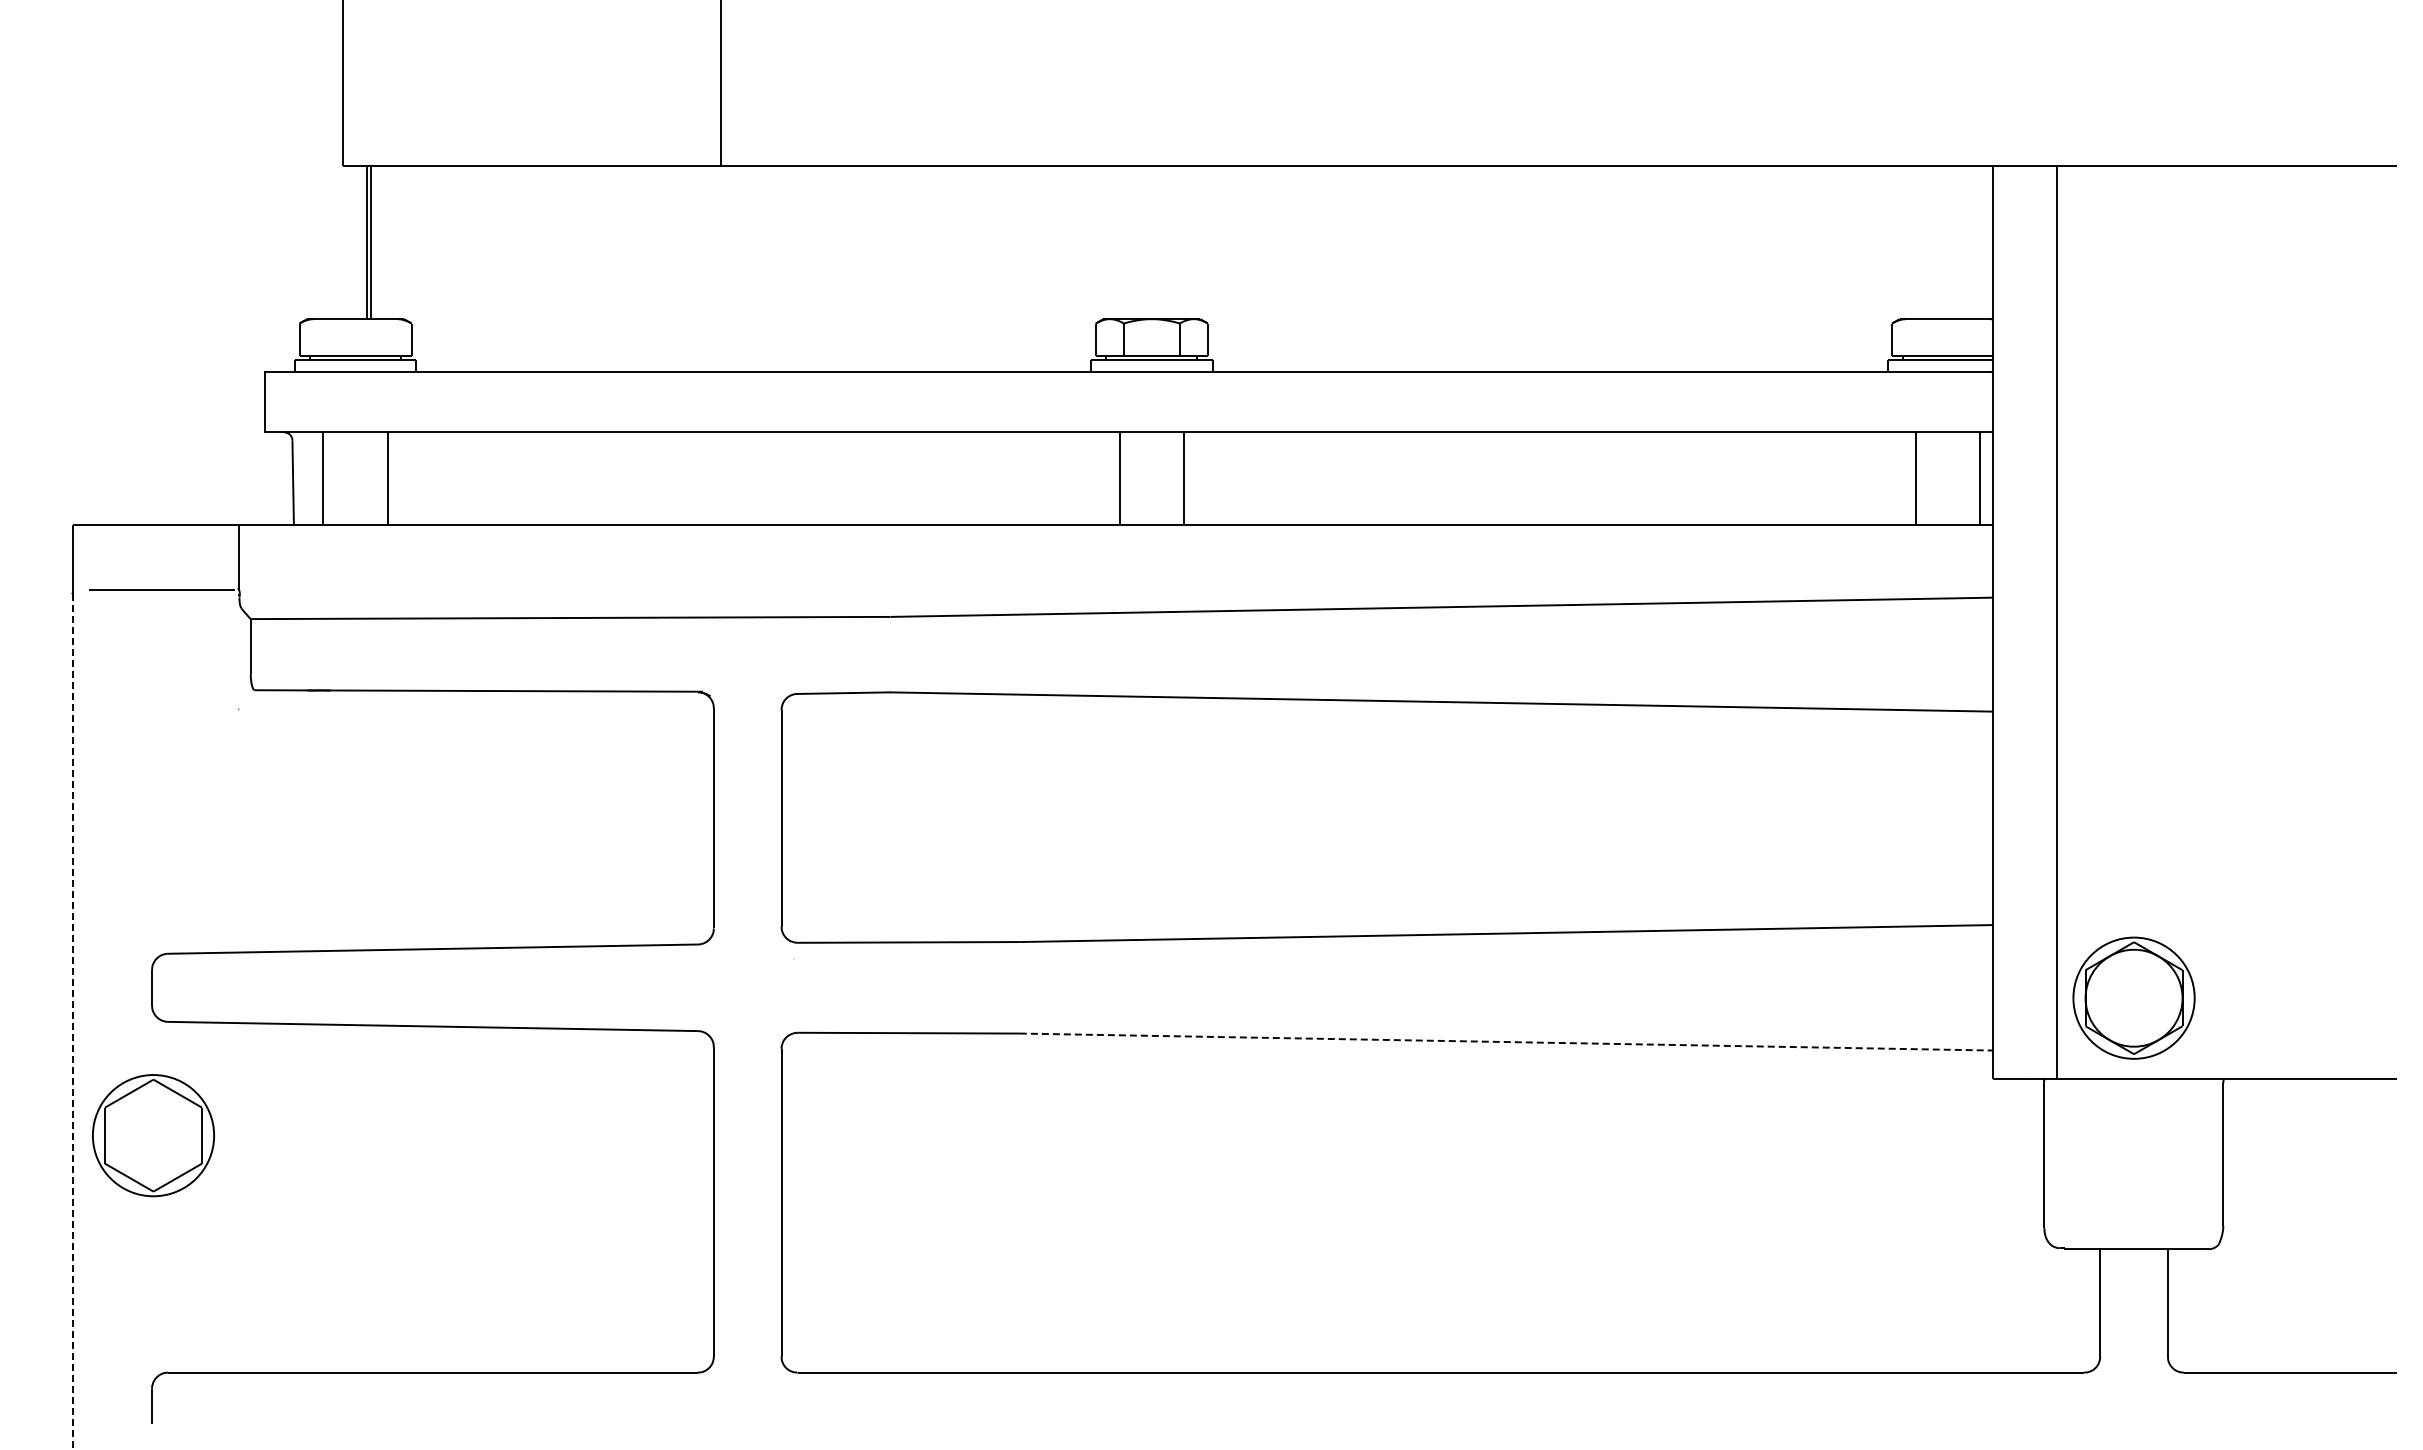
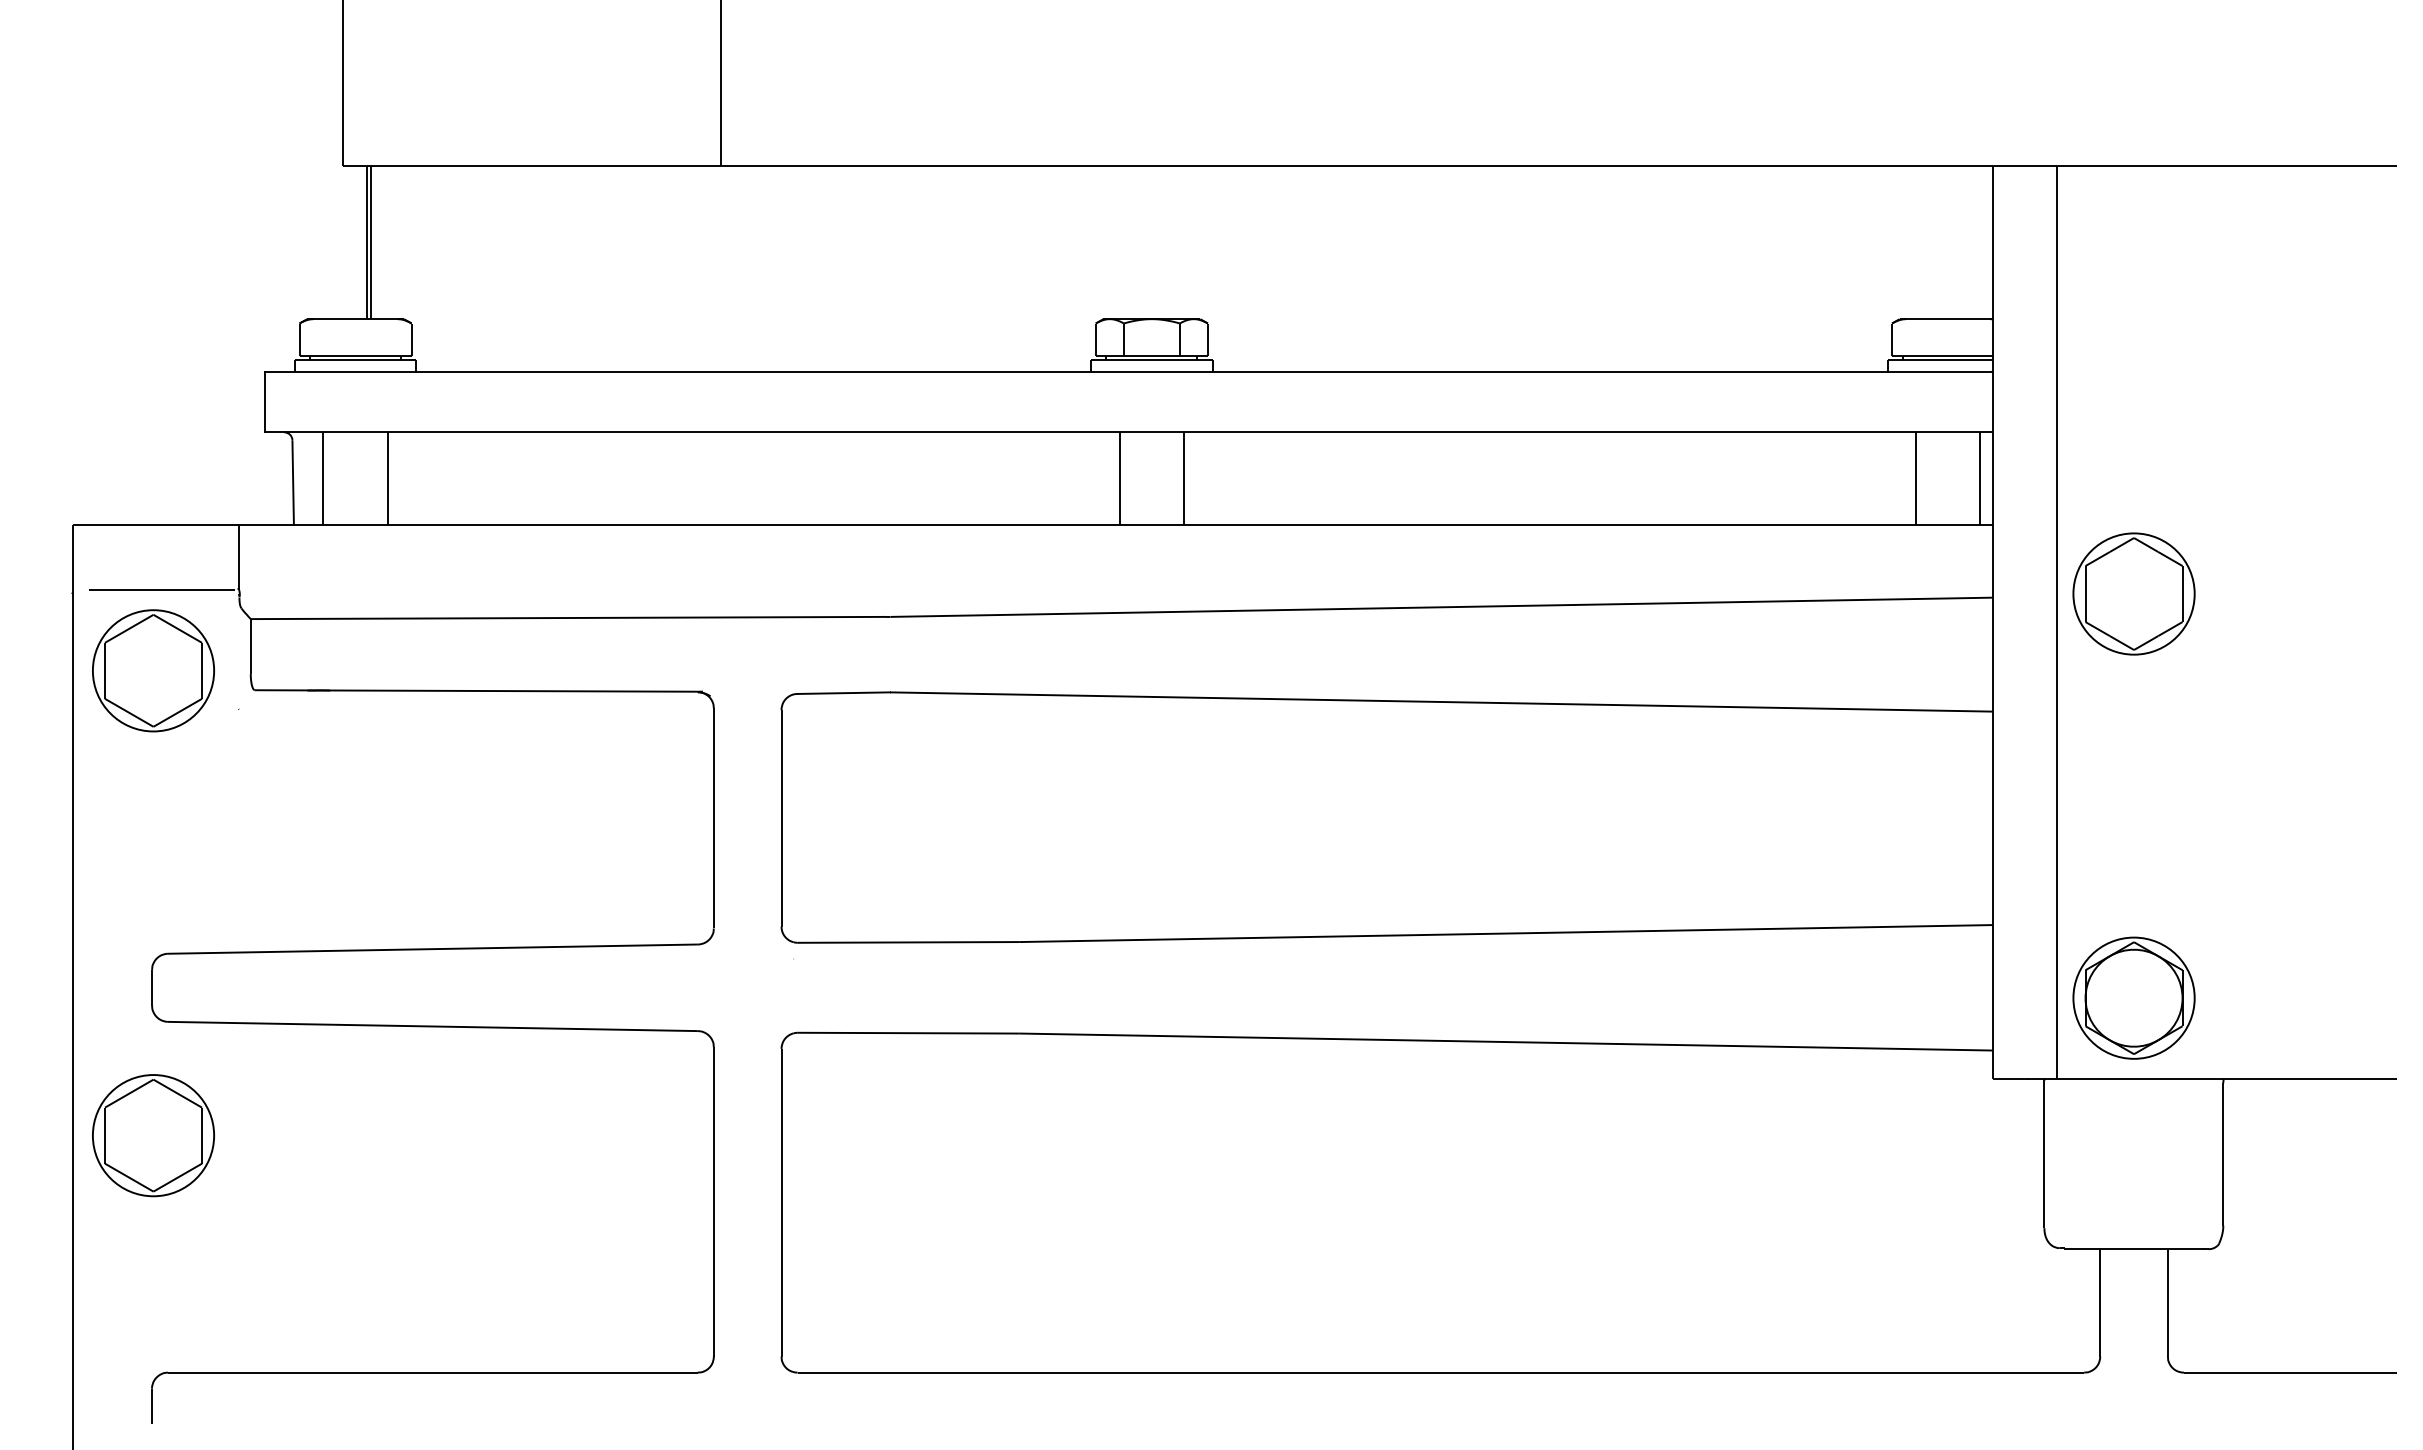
part at (2133, 593): none -> present
part at (153, 670): none -> present
line at (72, 1022): dashed -> solid
line at (1506, 1042): dashed -> solid
